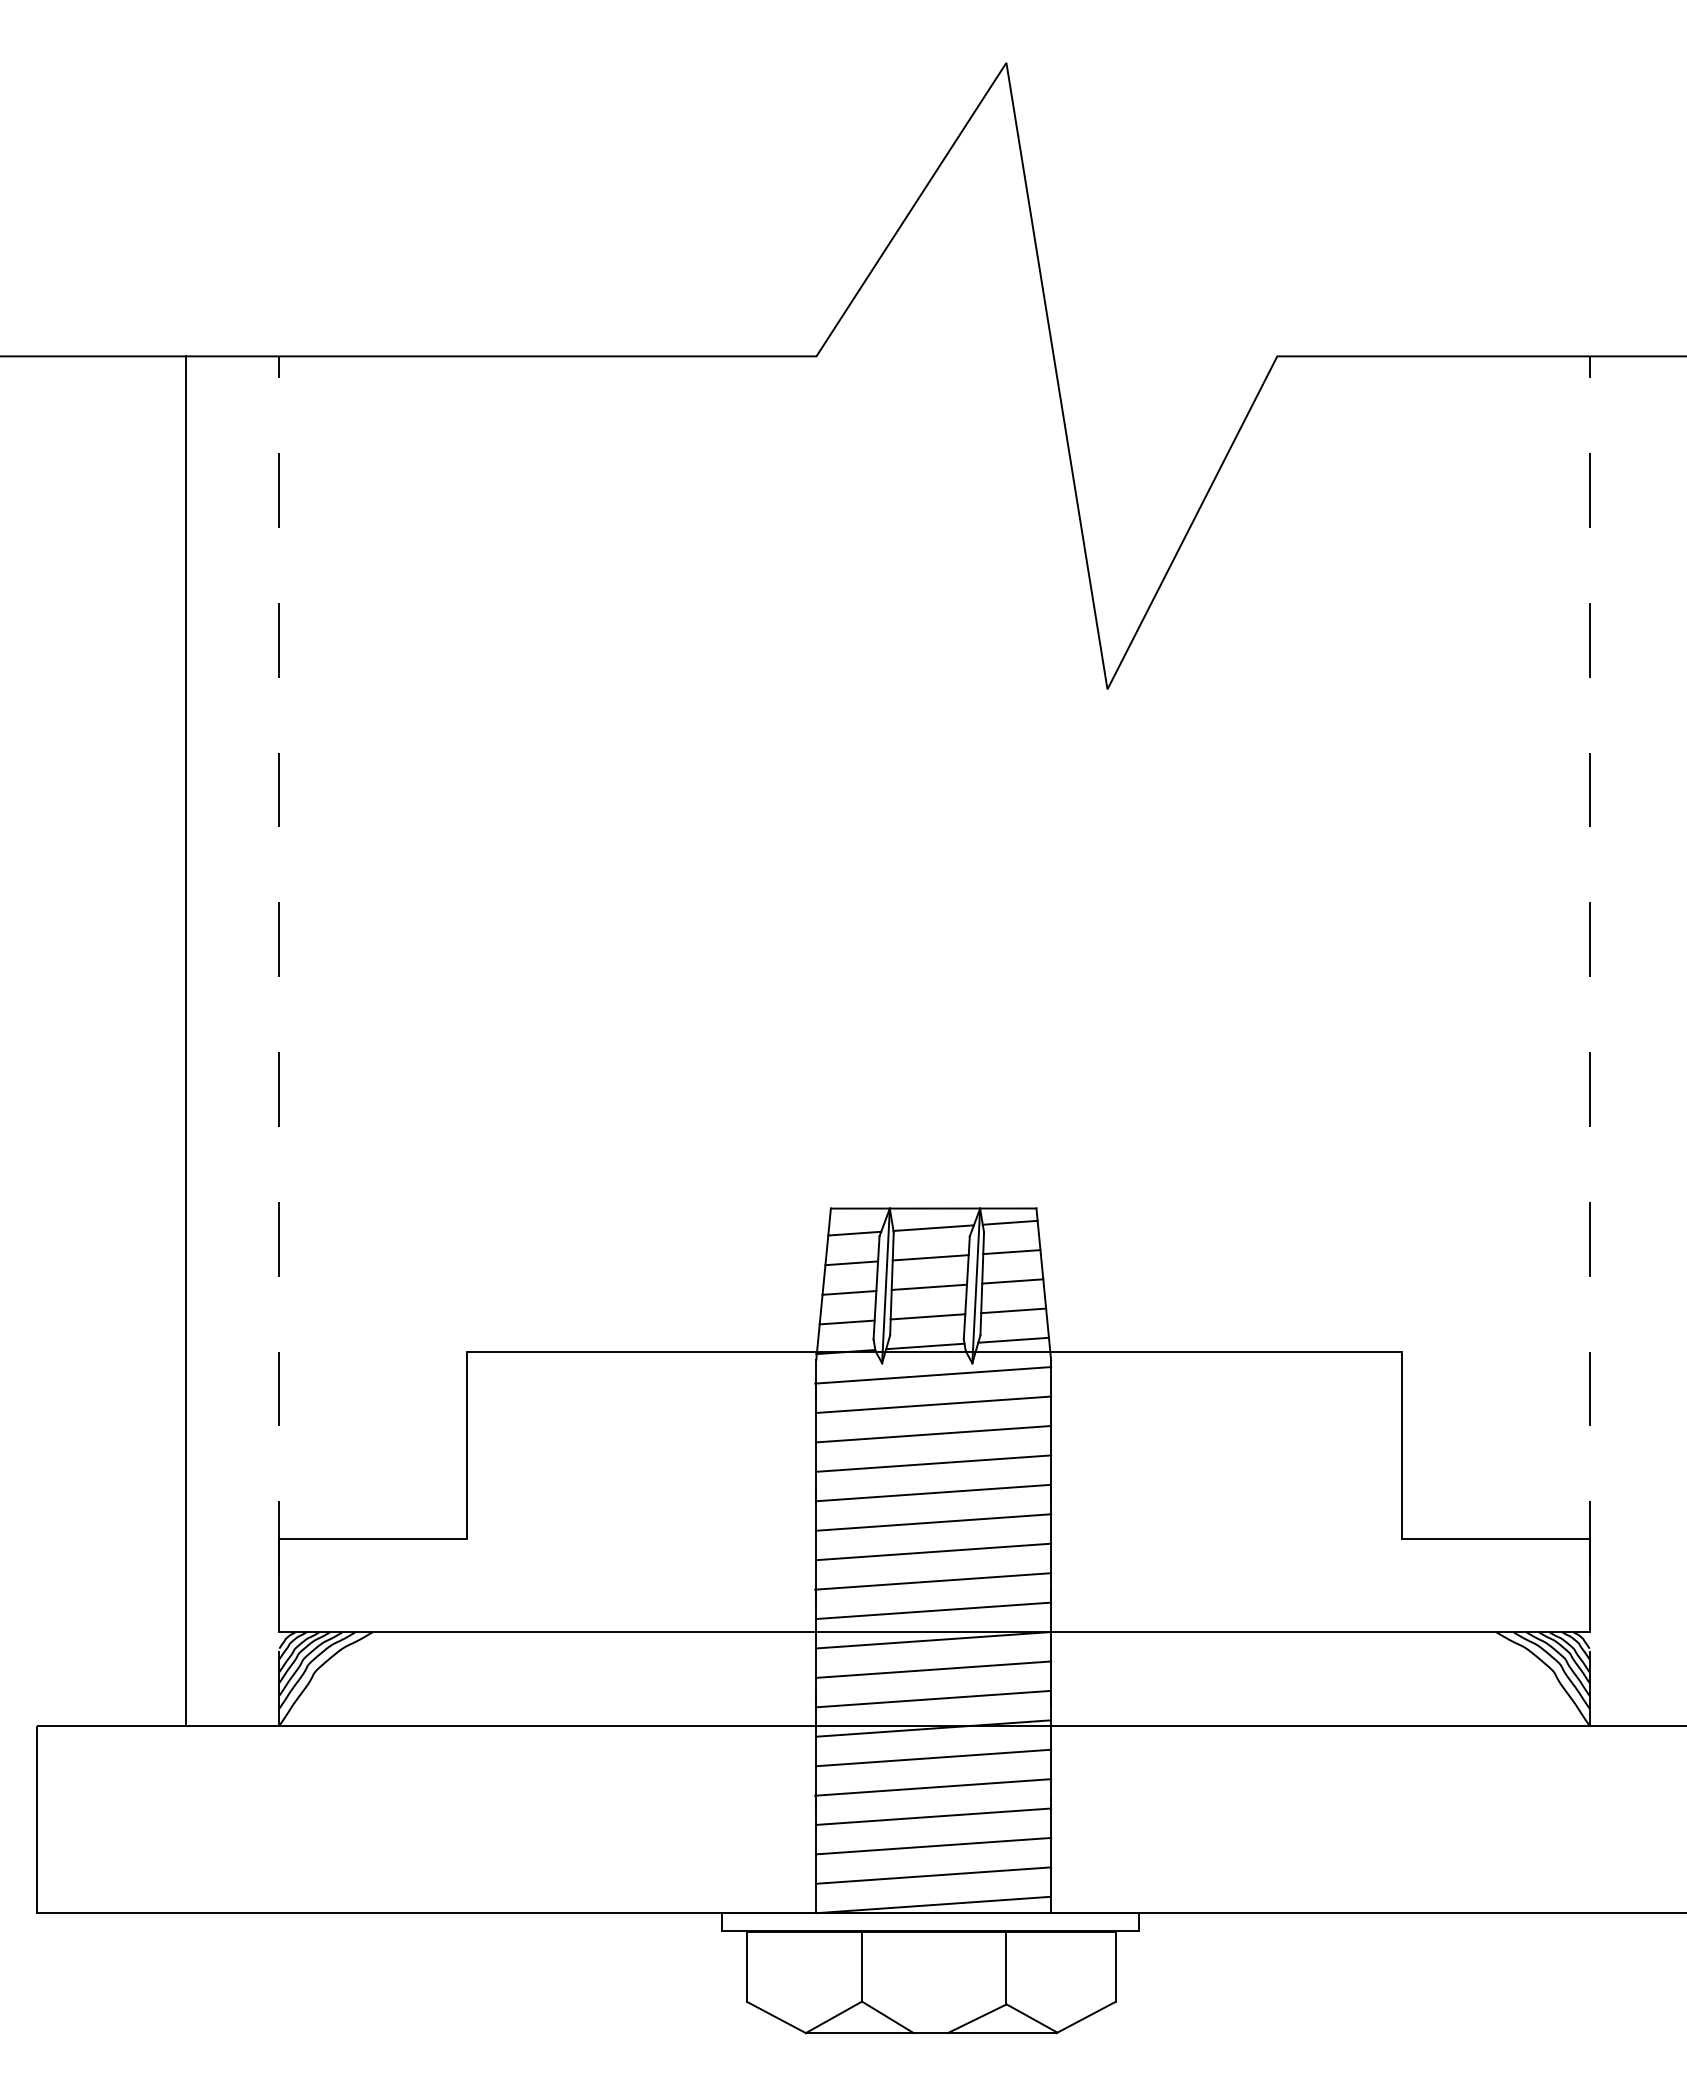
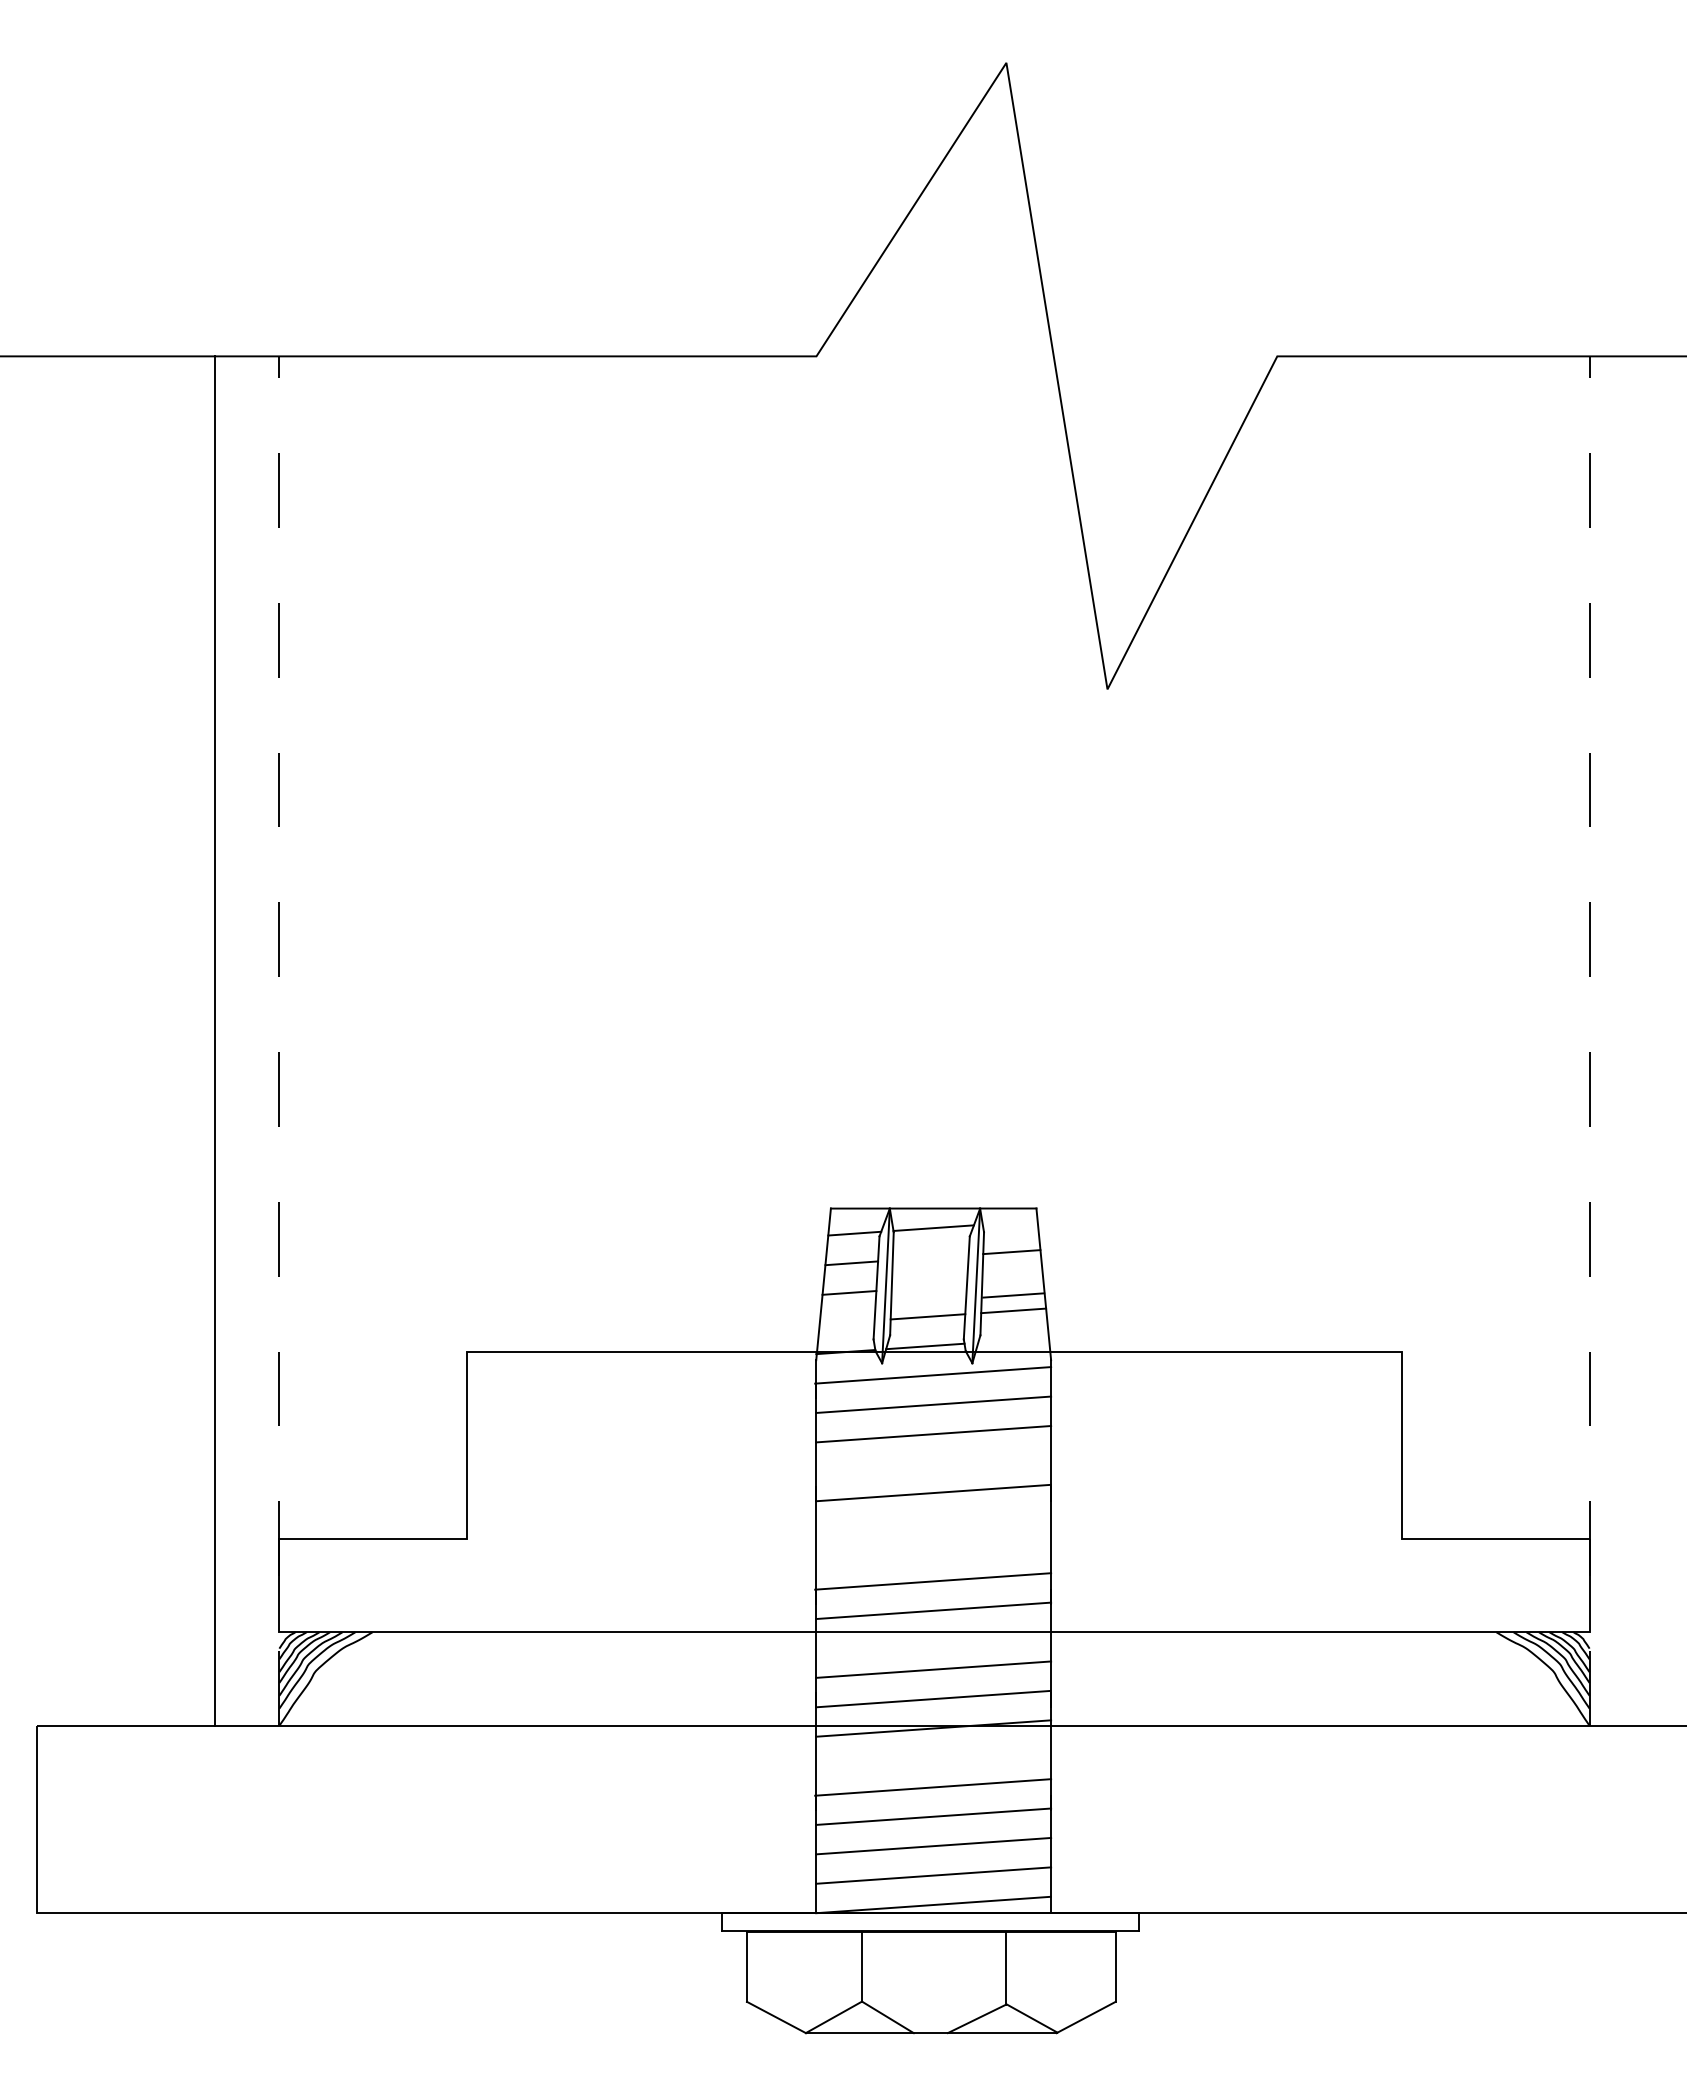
line at (185, 1040) position: (185, 1040) -> (214, 1040)
line at (1009, 1222): present -> none
line at (930, 1257): present -> none
line at (1012, 1281) position: (1012, 1281) -> (1013, 1295)
line at (929, 1286): present -> none
line at (846, 1322): present -> none
line at (1013, 1339): present -> none
line at (933, 1463): present -> none
line at (933, 1522): present -> none
line at (933, 1551): present -> none
line at (933, 1640): present -> none
line at (933, 1757): present -> none
